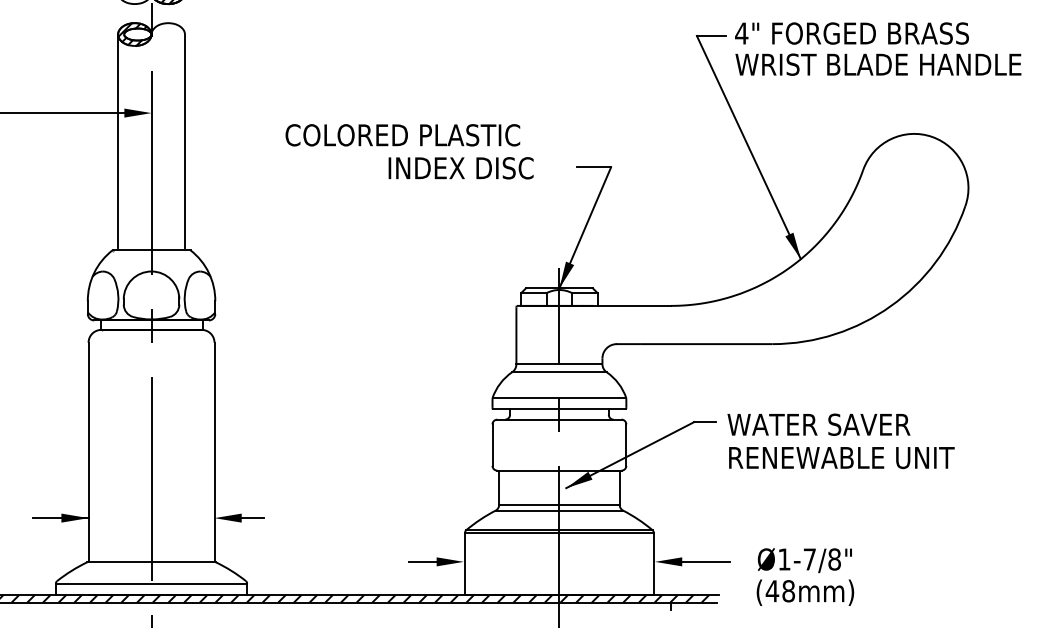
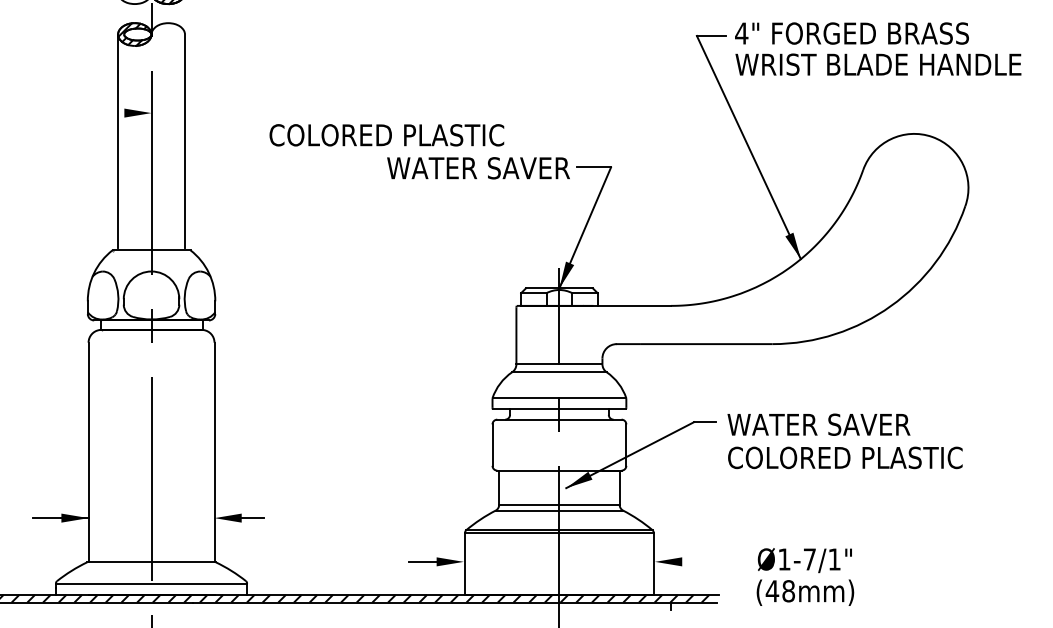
line at (63, 113): present -> none
text at (402, 135) position: (402, 135) -> (386, 135)
text at (478, 168): INDEX DISC -> WATER SAVER
text at (845, 457): RENEWABLE UNIT -> COLORED PLASTIC
text at (834, 559): Ø1-7/8" -> Ø1-7/1"
line at (705, 561): present -> none
